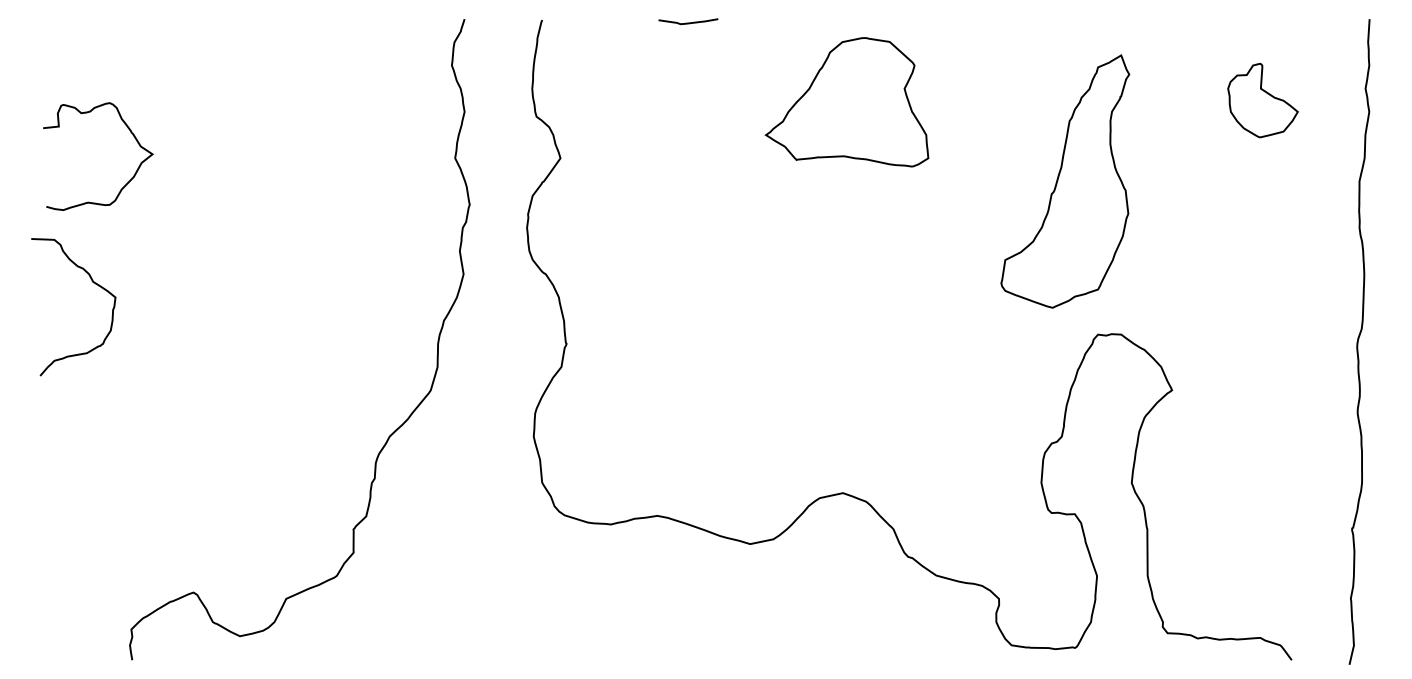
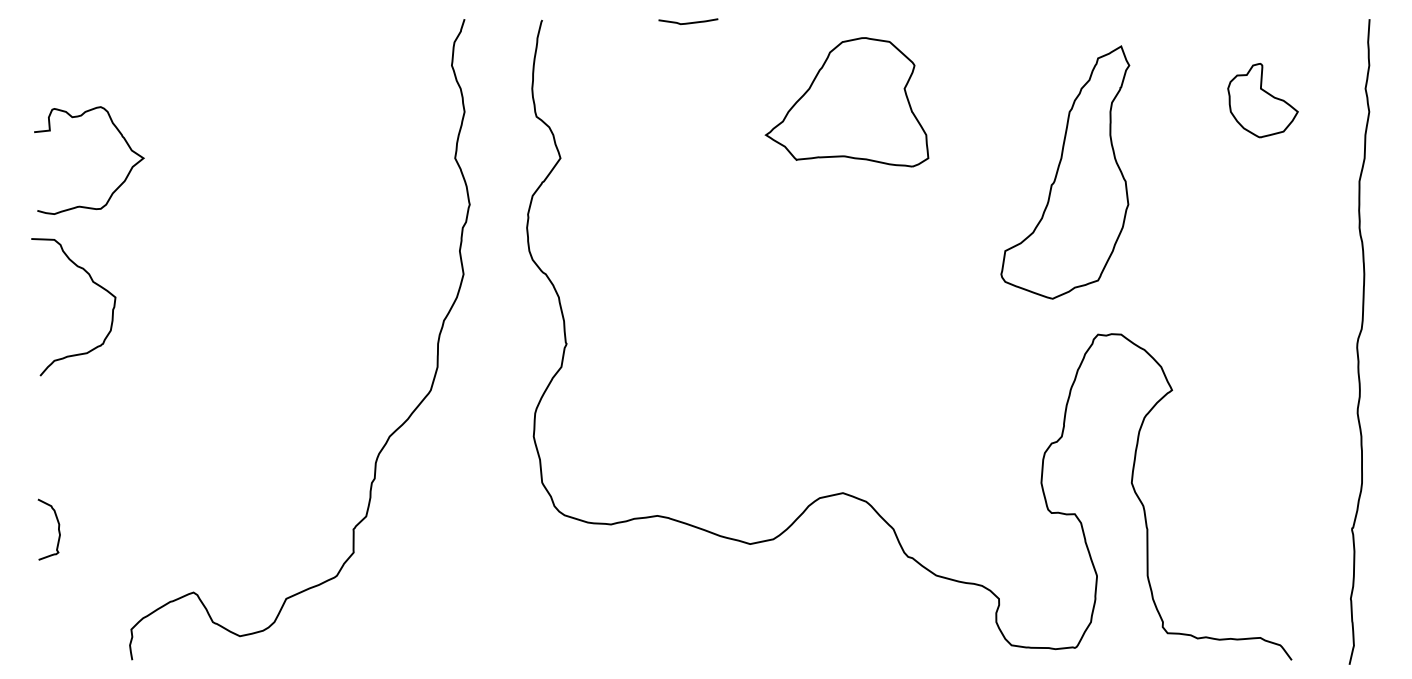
part at (1065, 181) position: (1065, 181) -> (1065, 172)
curve at (126, 183) position: (126, 183) -> (117, 187)
curve at (58, 529): none -> present
